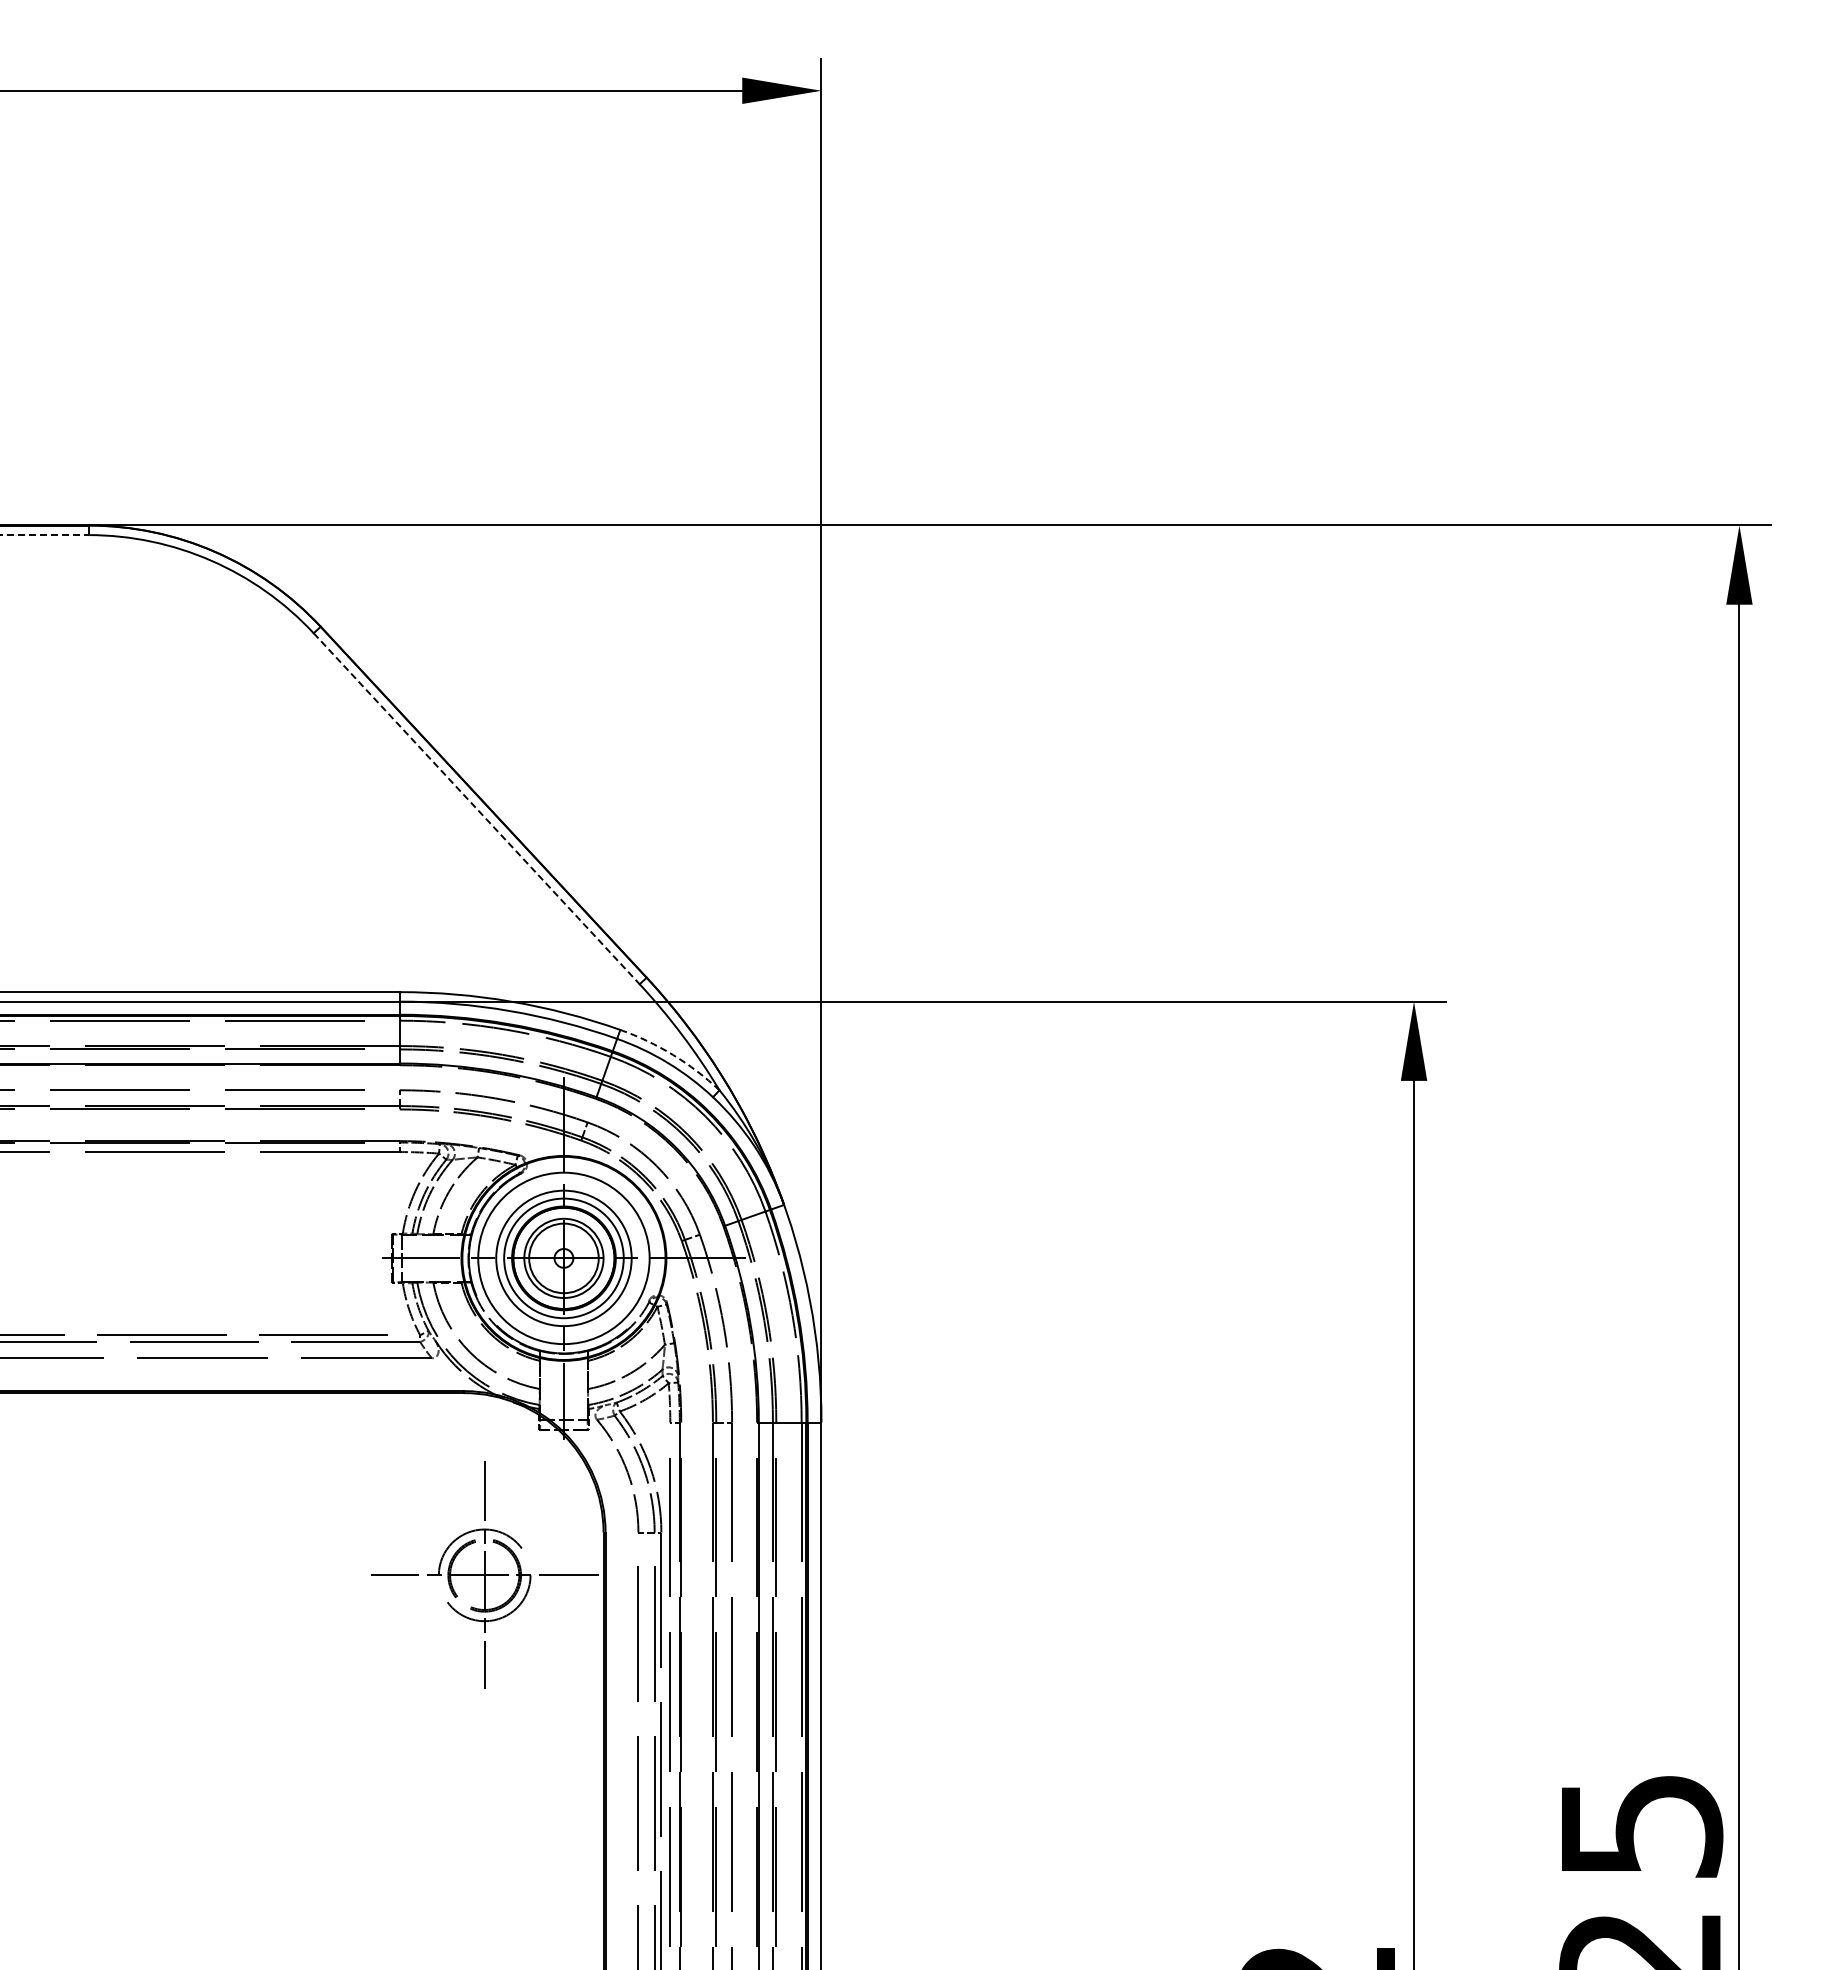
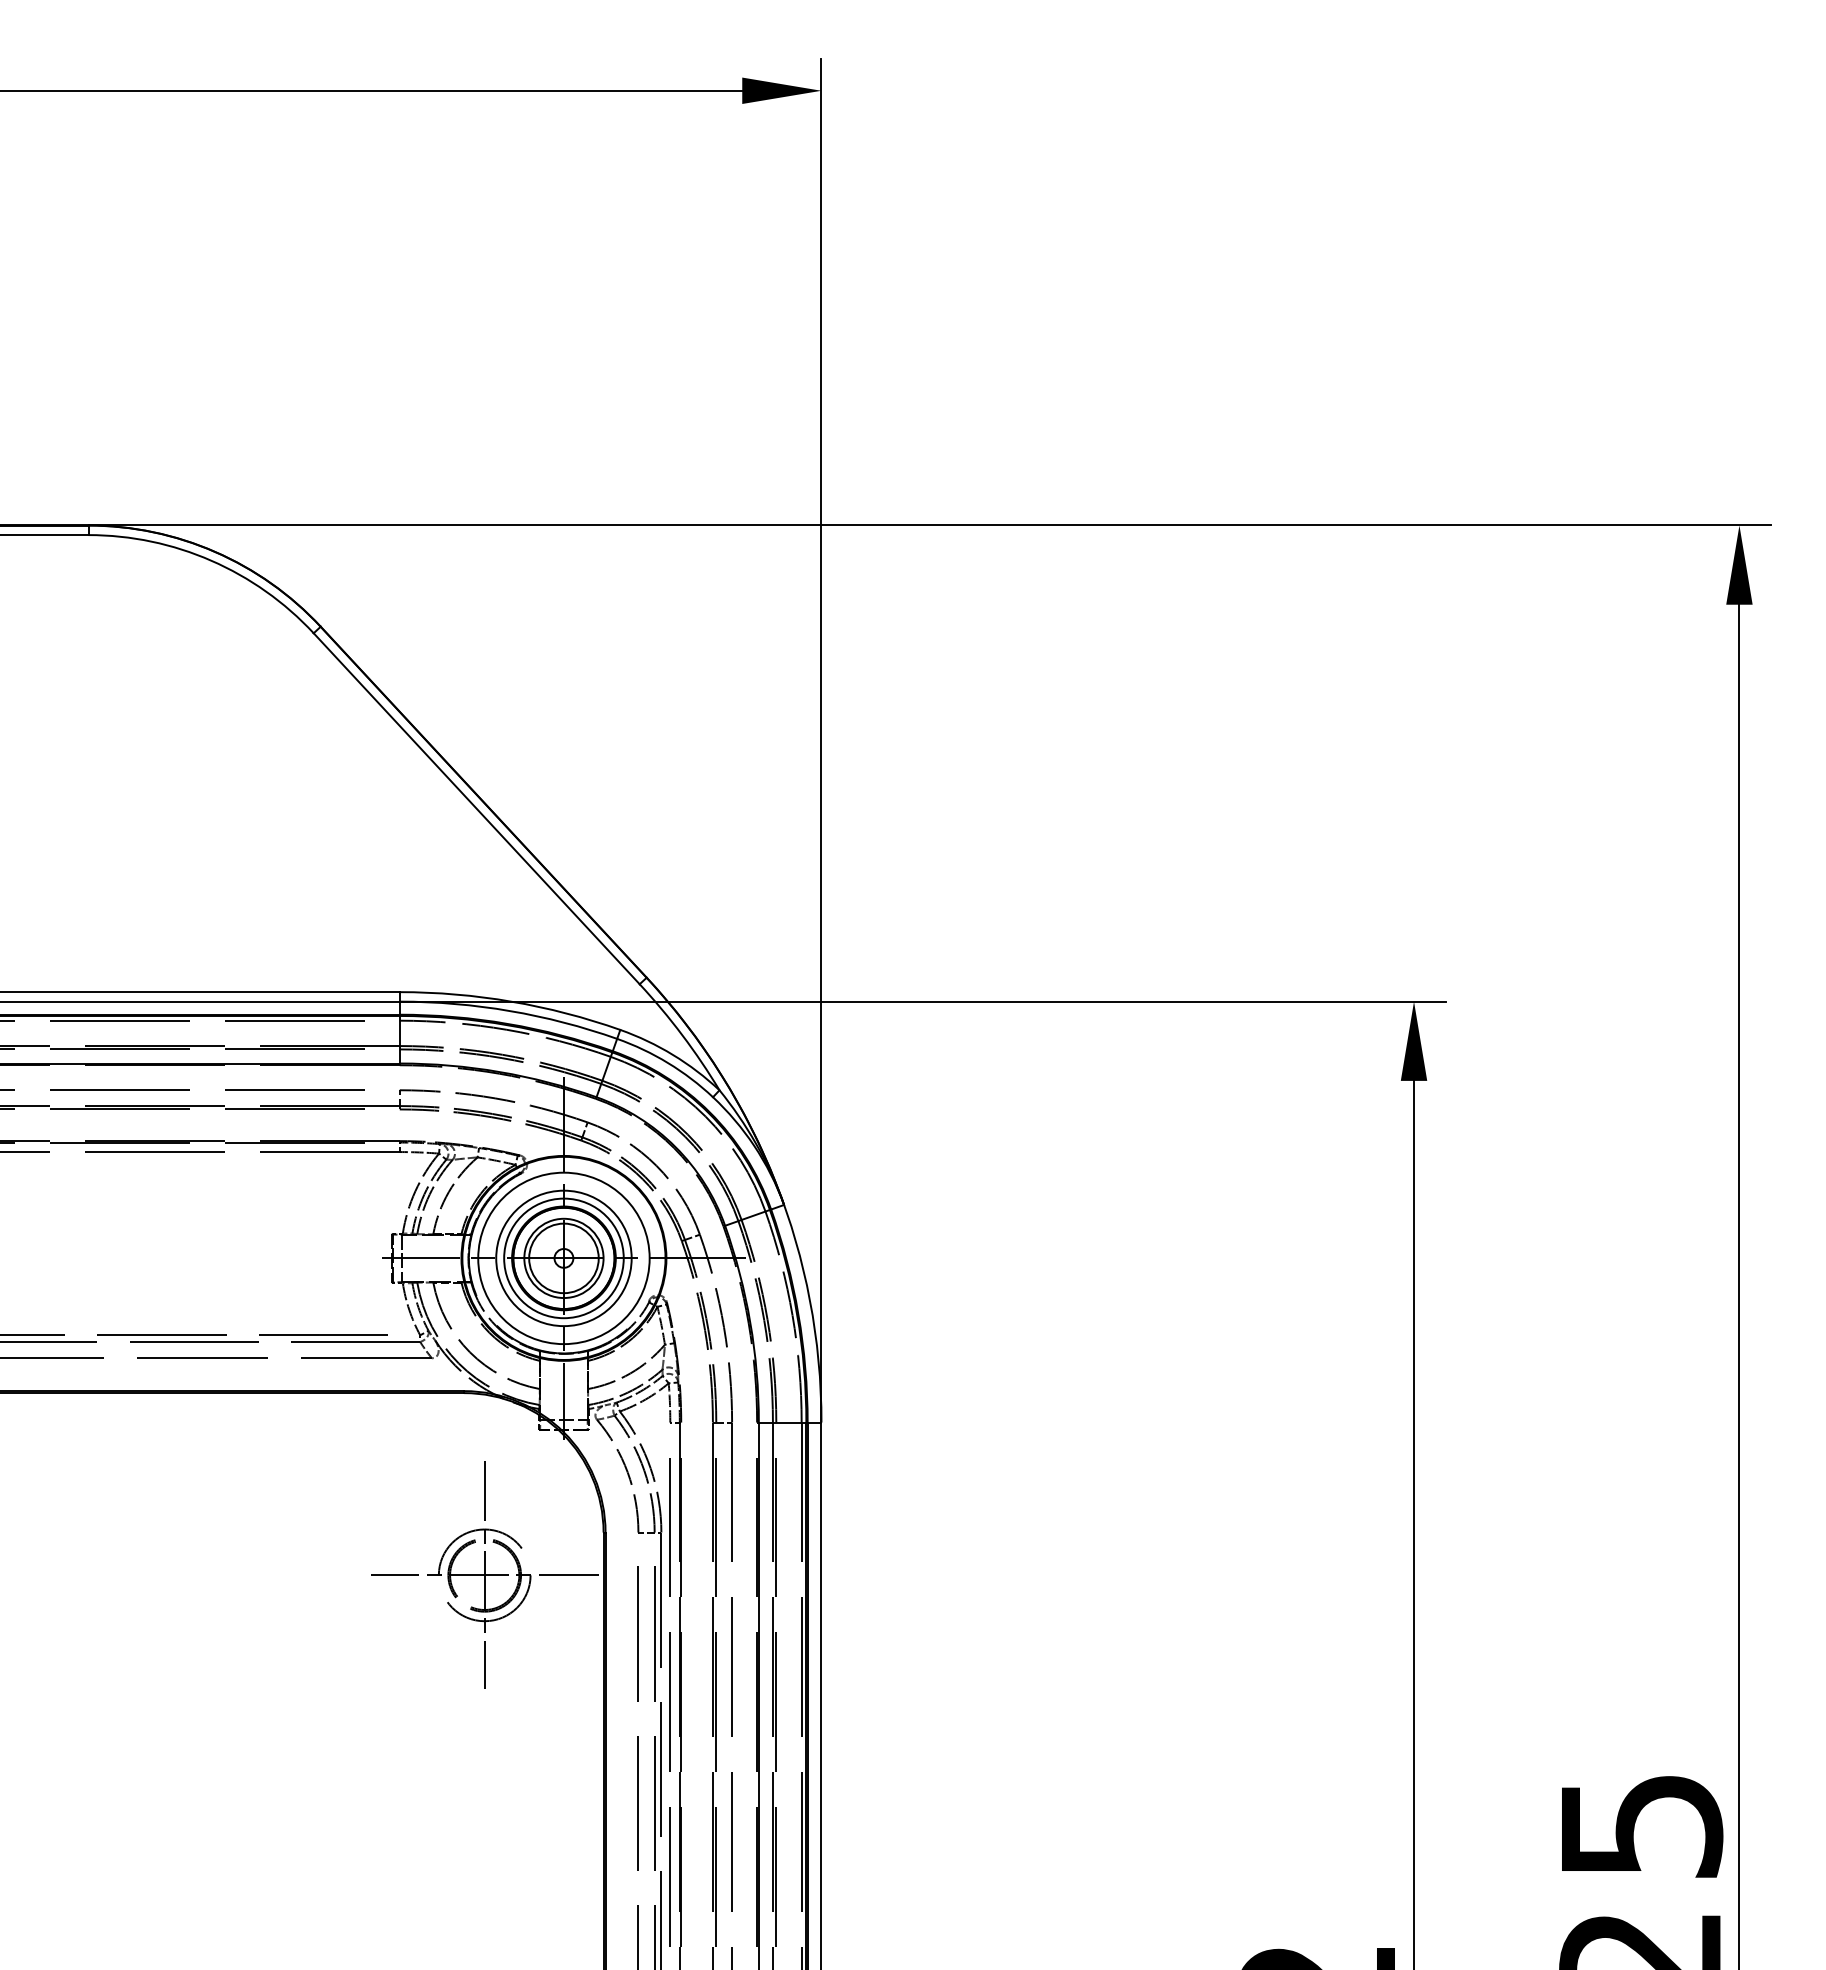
line at (44, 535): dashed -> solid
line at (476, 808): dashed -> solid
arc at (673, 1054): dashed -> solid
